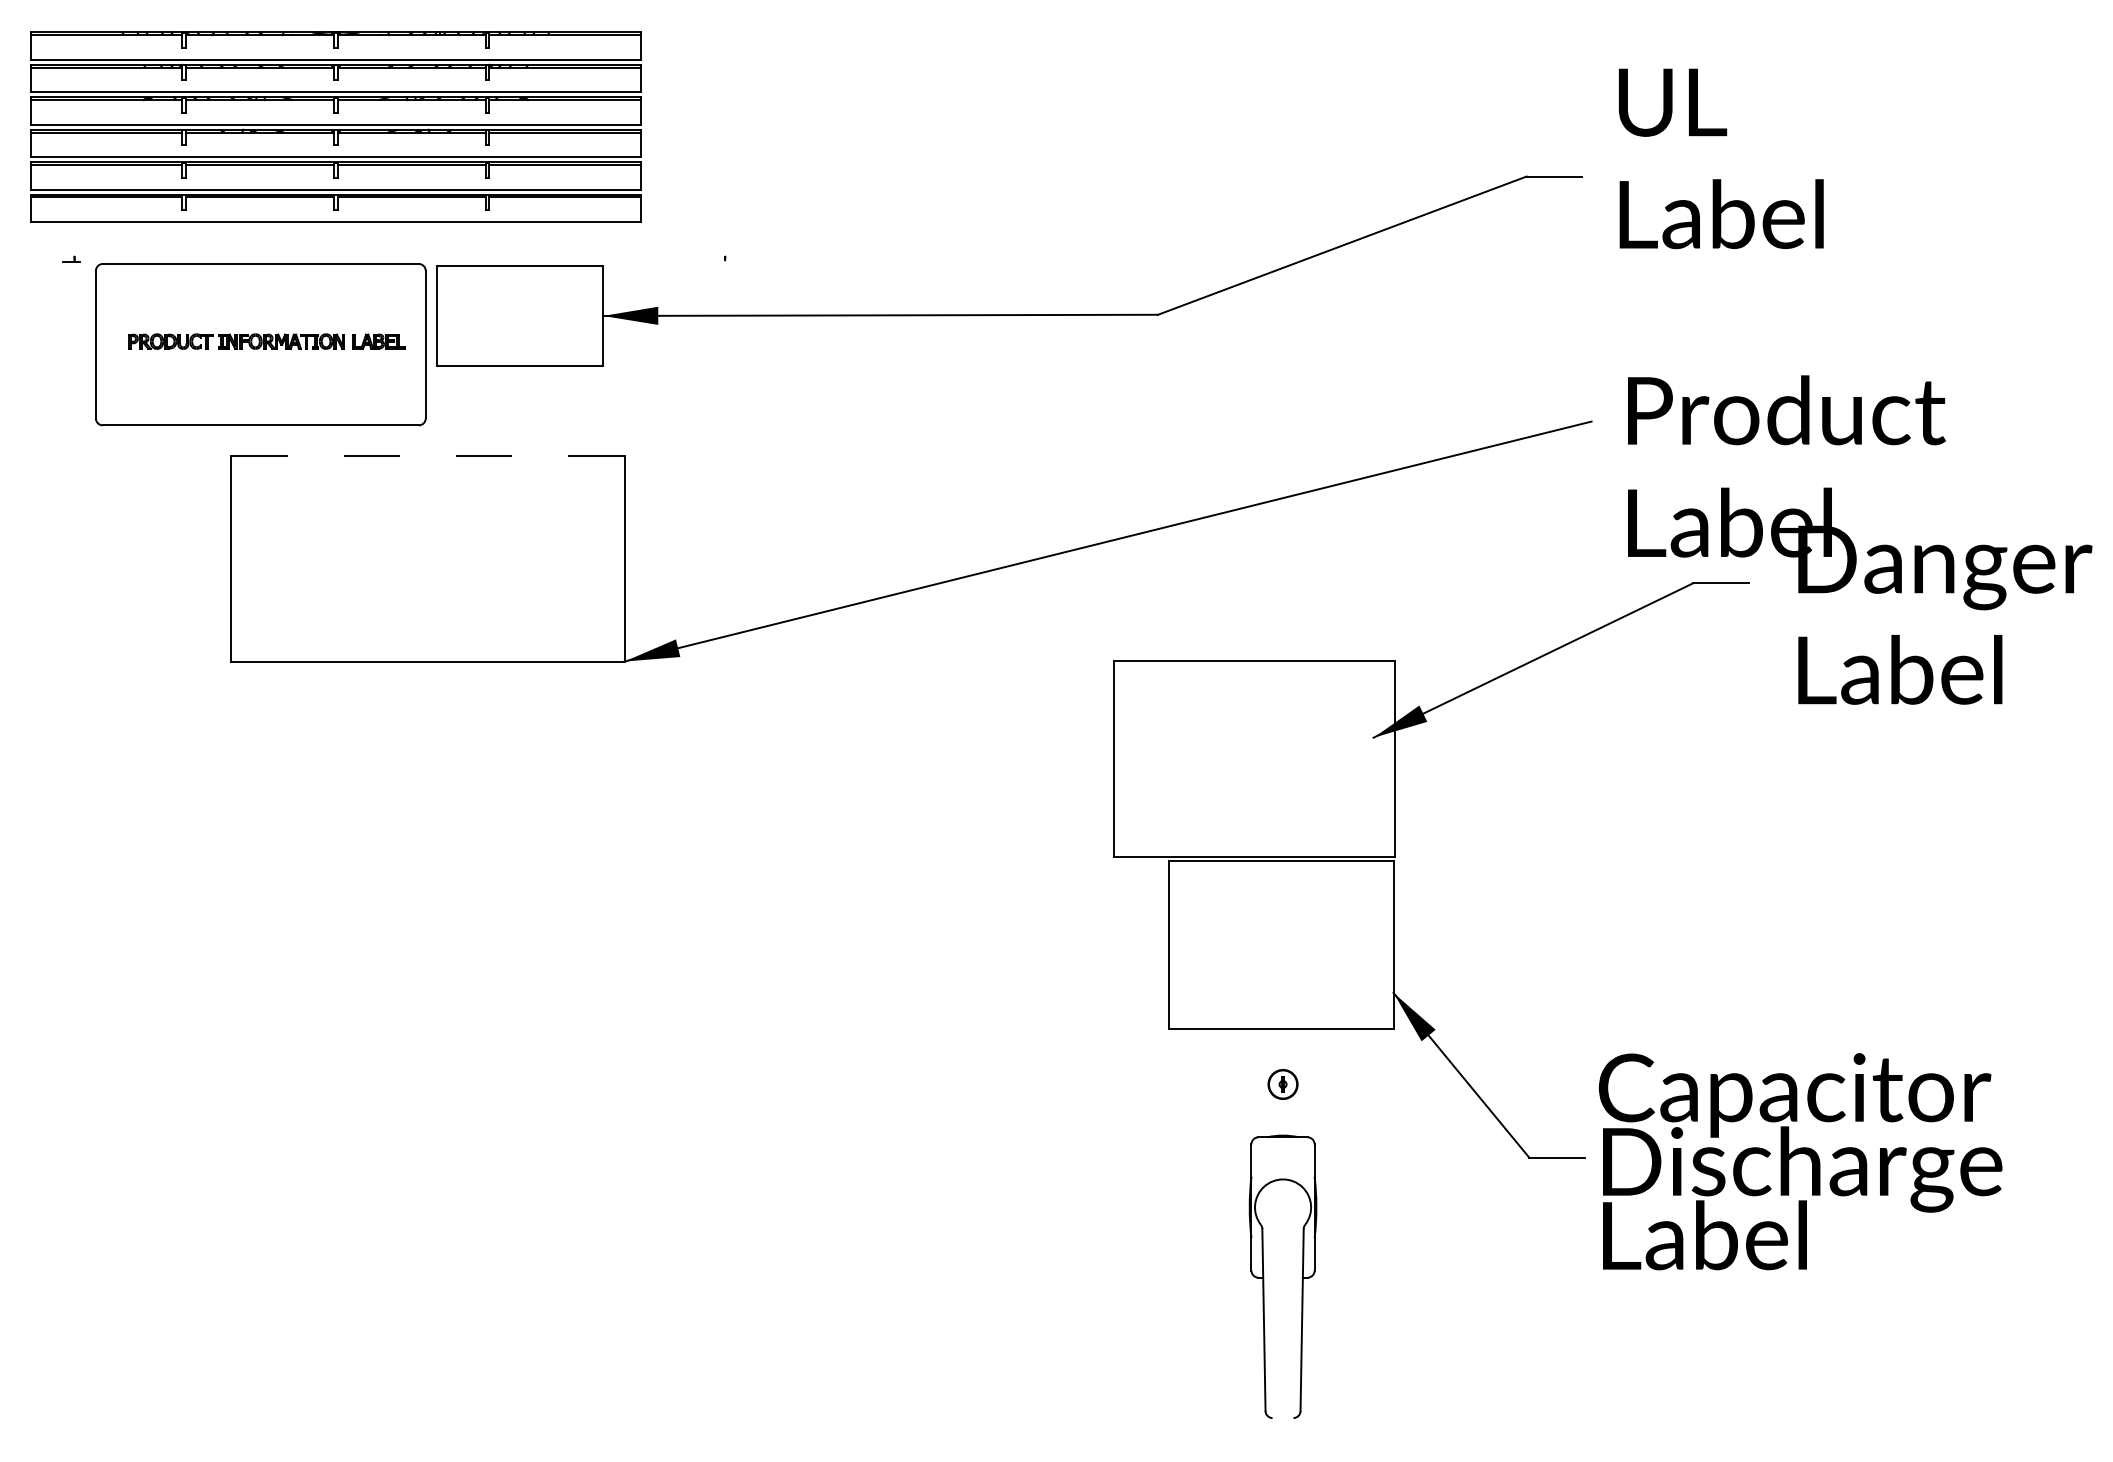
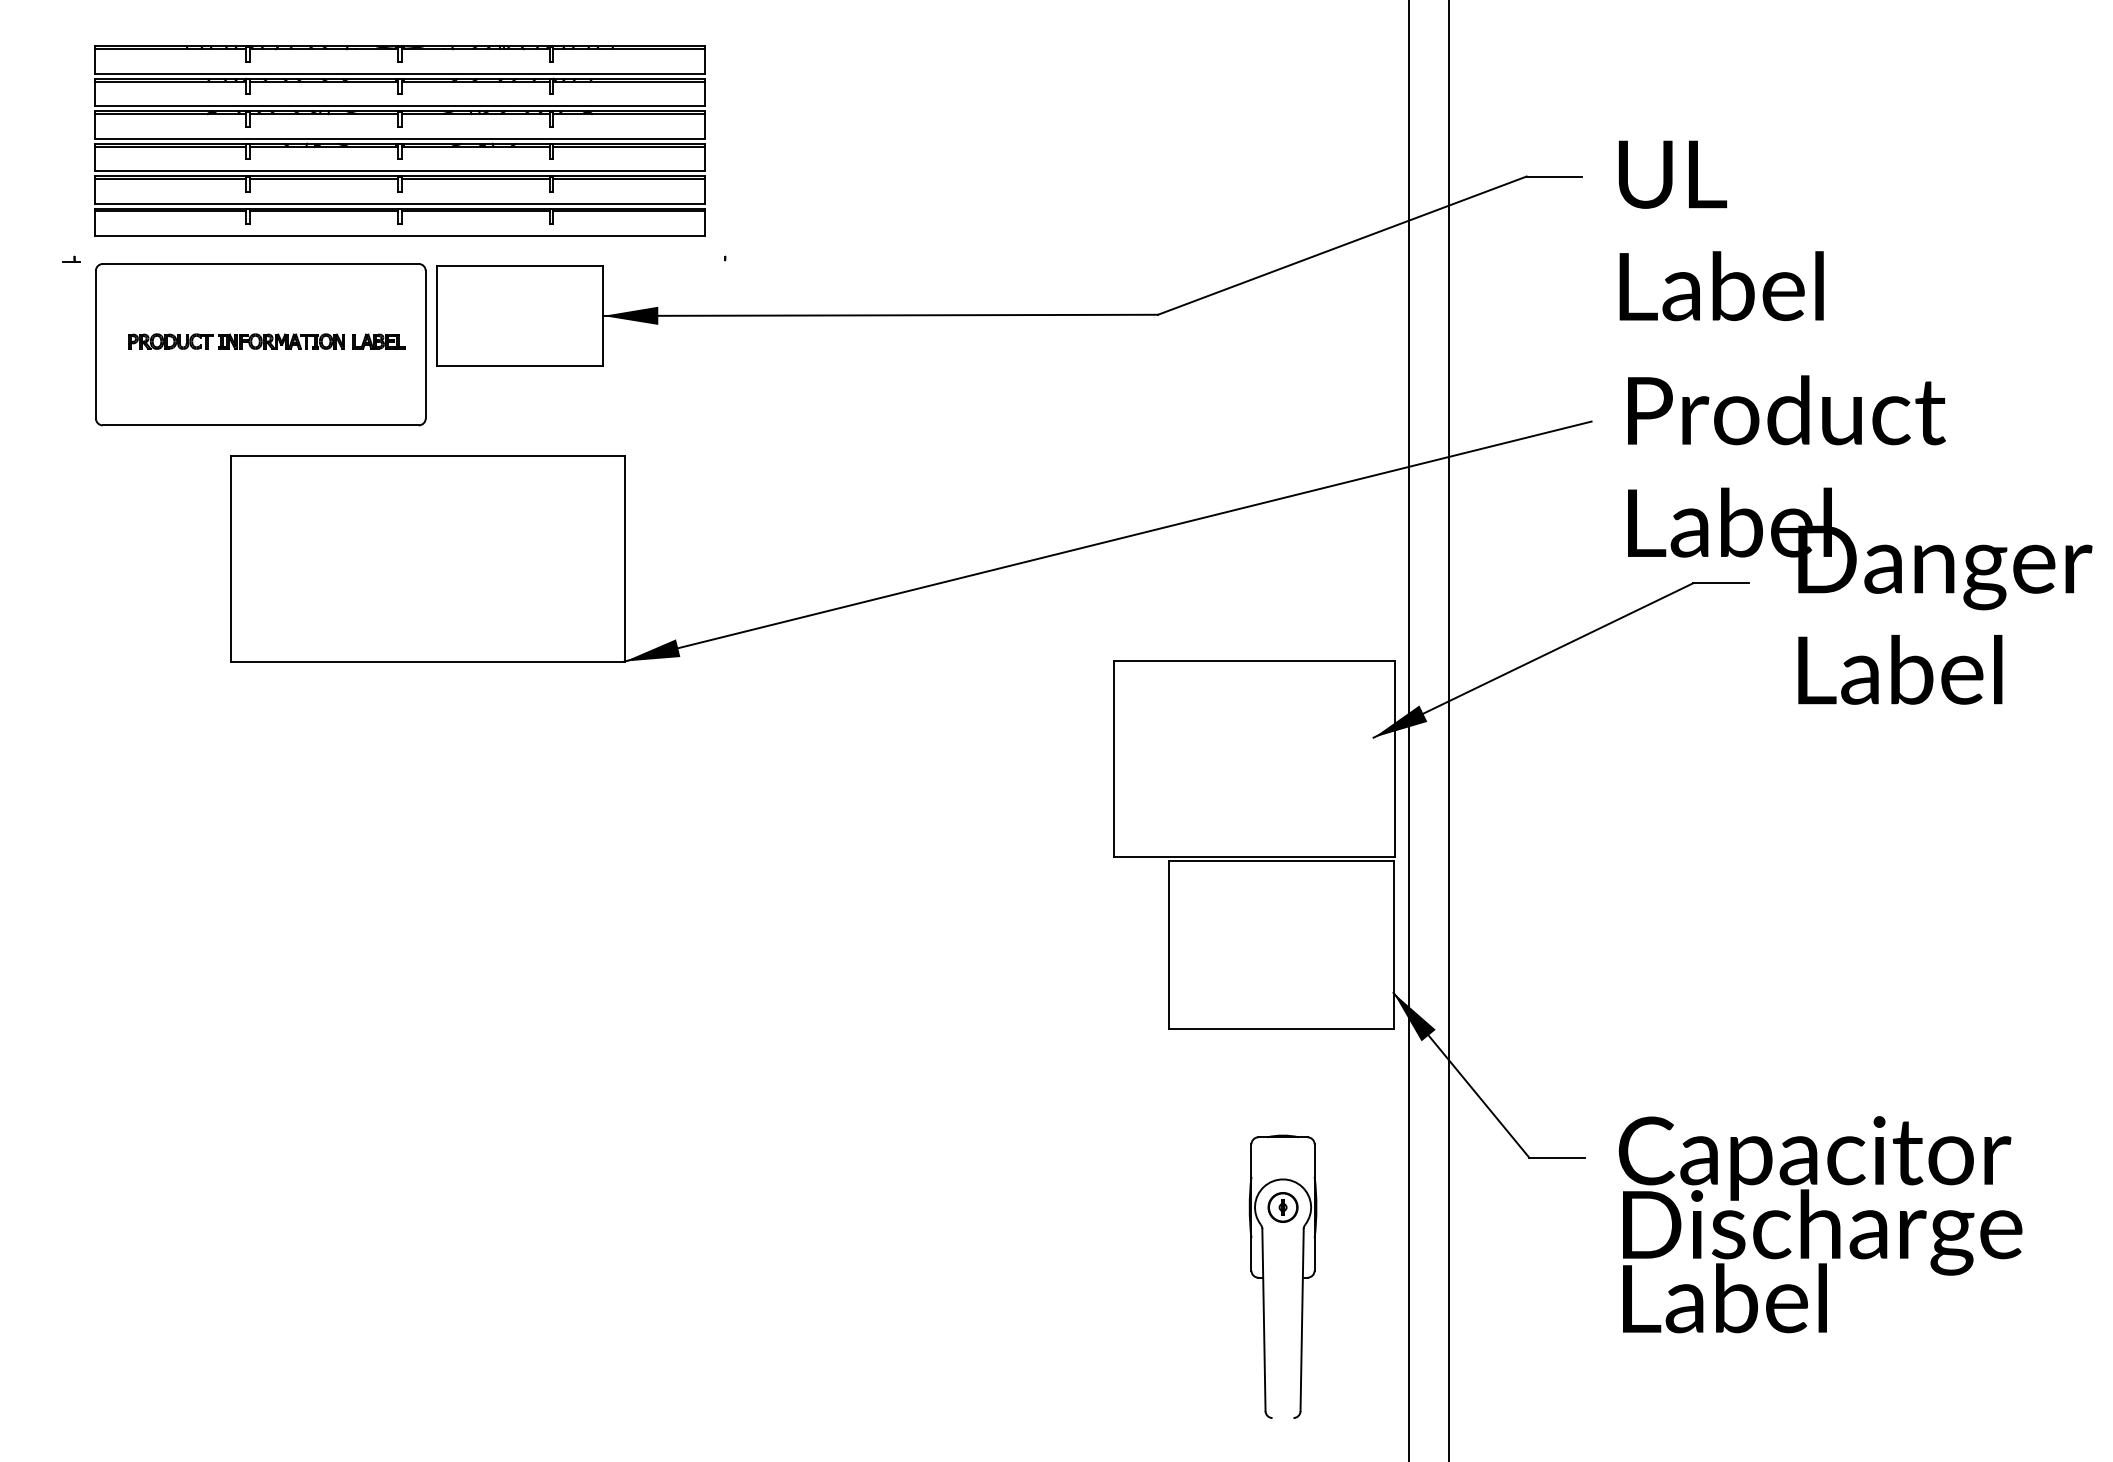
part at (335, 126) position: (335, 126) -> (399, 140)
text at (1721, 158) position: (1721, 158) -> (1721, 230)
line at (427, 456): dashed -> solid
line at (1408, 730): none -> present
line at (1449, 730): none -> present
part at (1282, 1084) position: (1282, 1084) -> (1282, 1207)
text at (1800, 1161) position: (1800, 1161) -> (1820, 1224)
